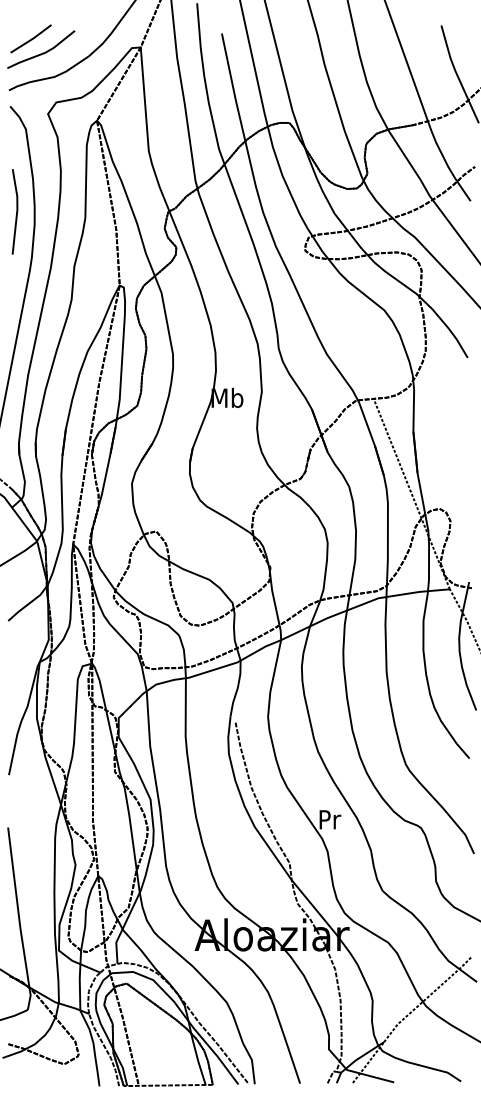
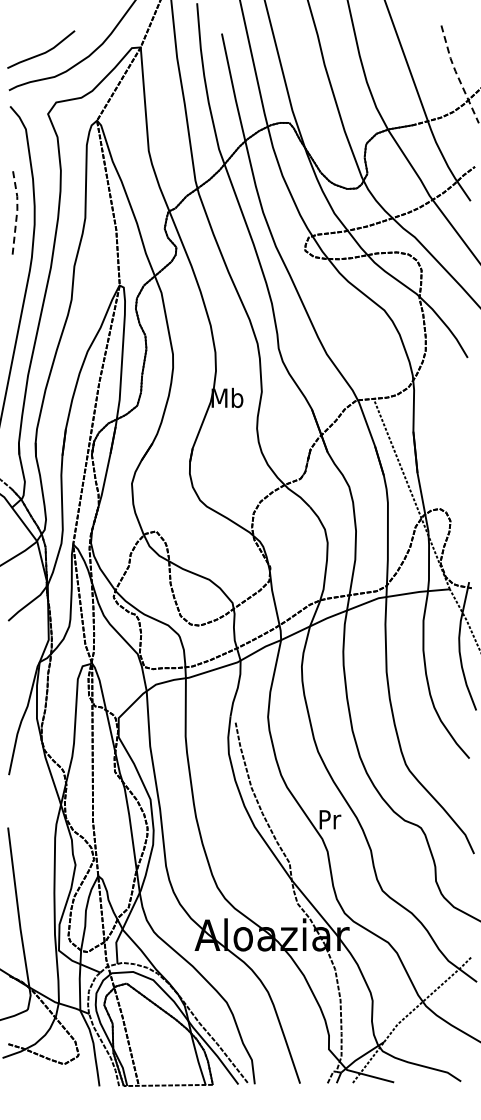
line at (31, 38): present -> none
line at (457, 74): solid -> dashed
line at (17, 209): solid -> dashed
